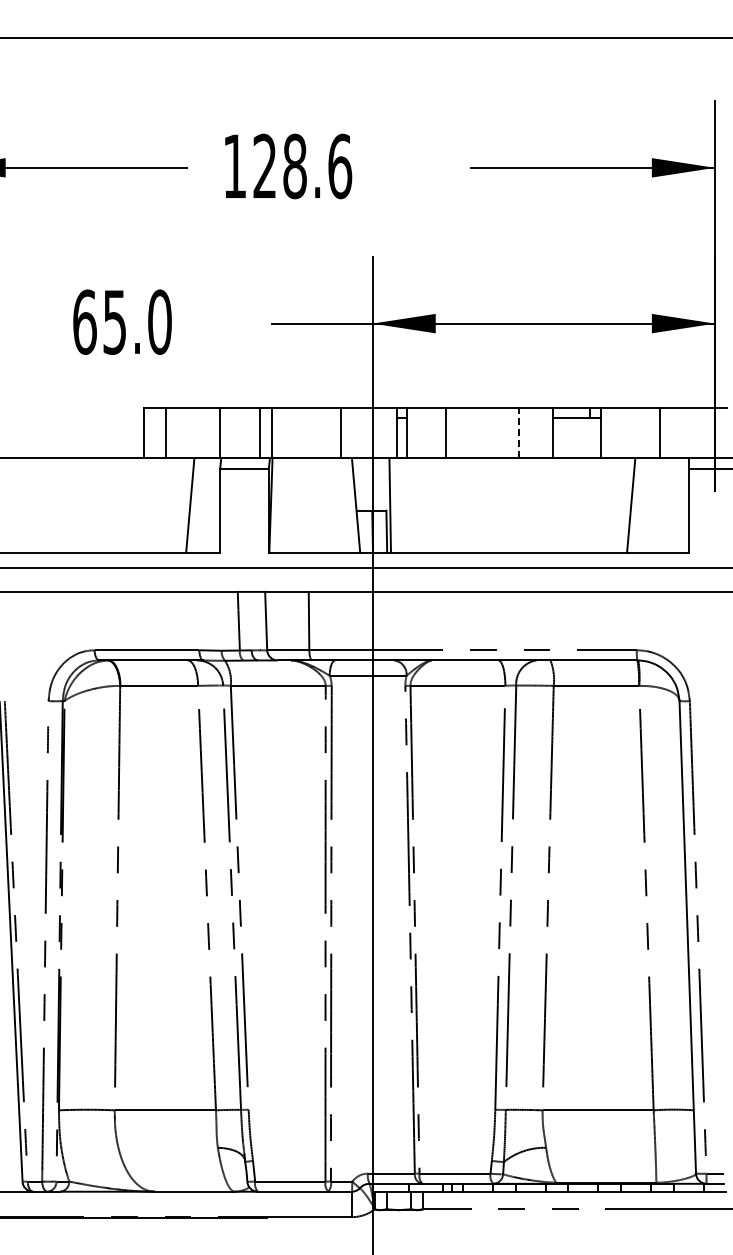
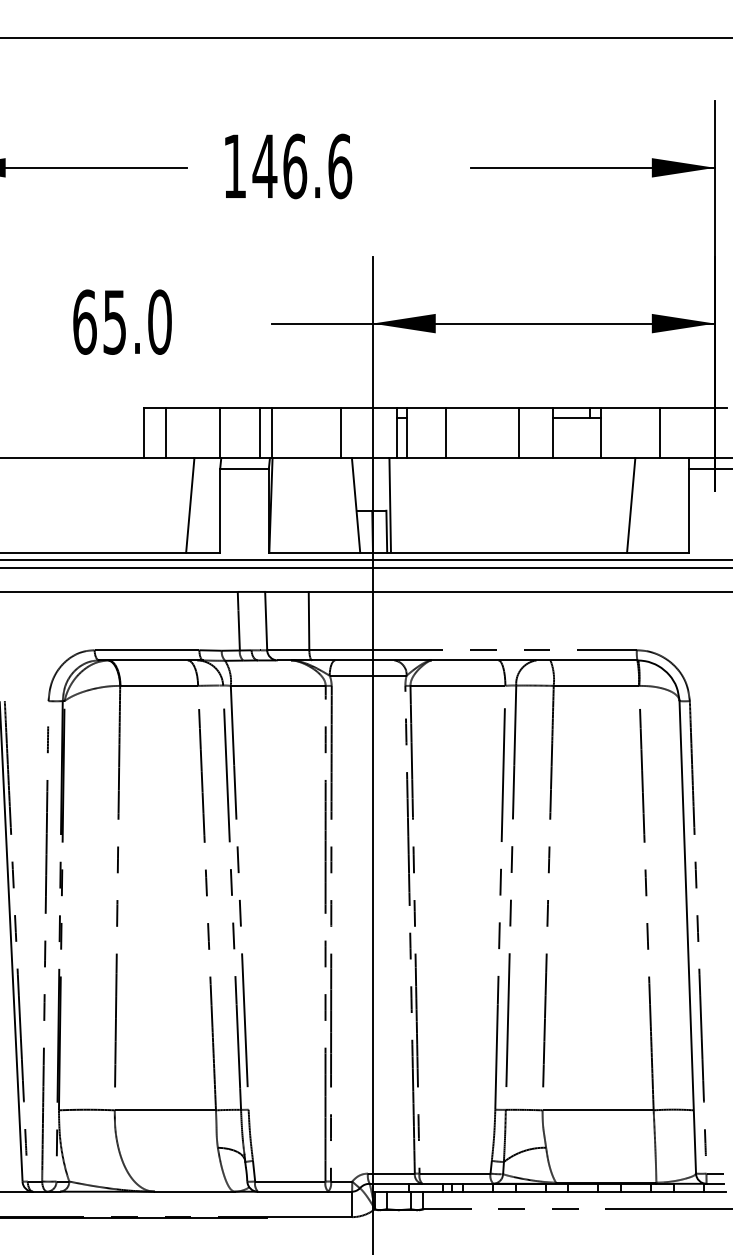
text at (279, 166): 128.6 -> 146.6
line at (518, 432): dashed -> solid
line at (365, 560): none -> present
